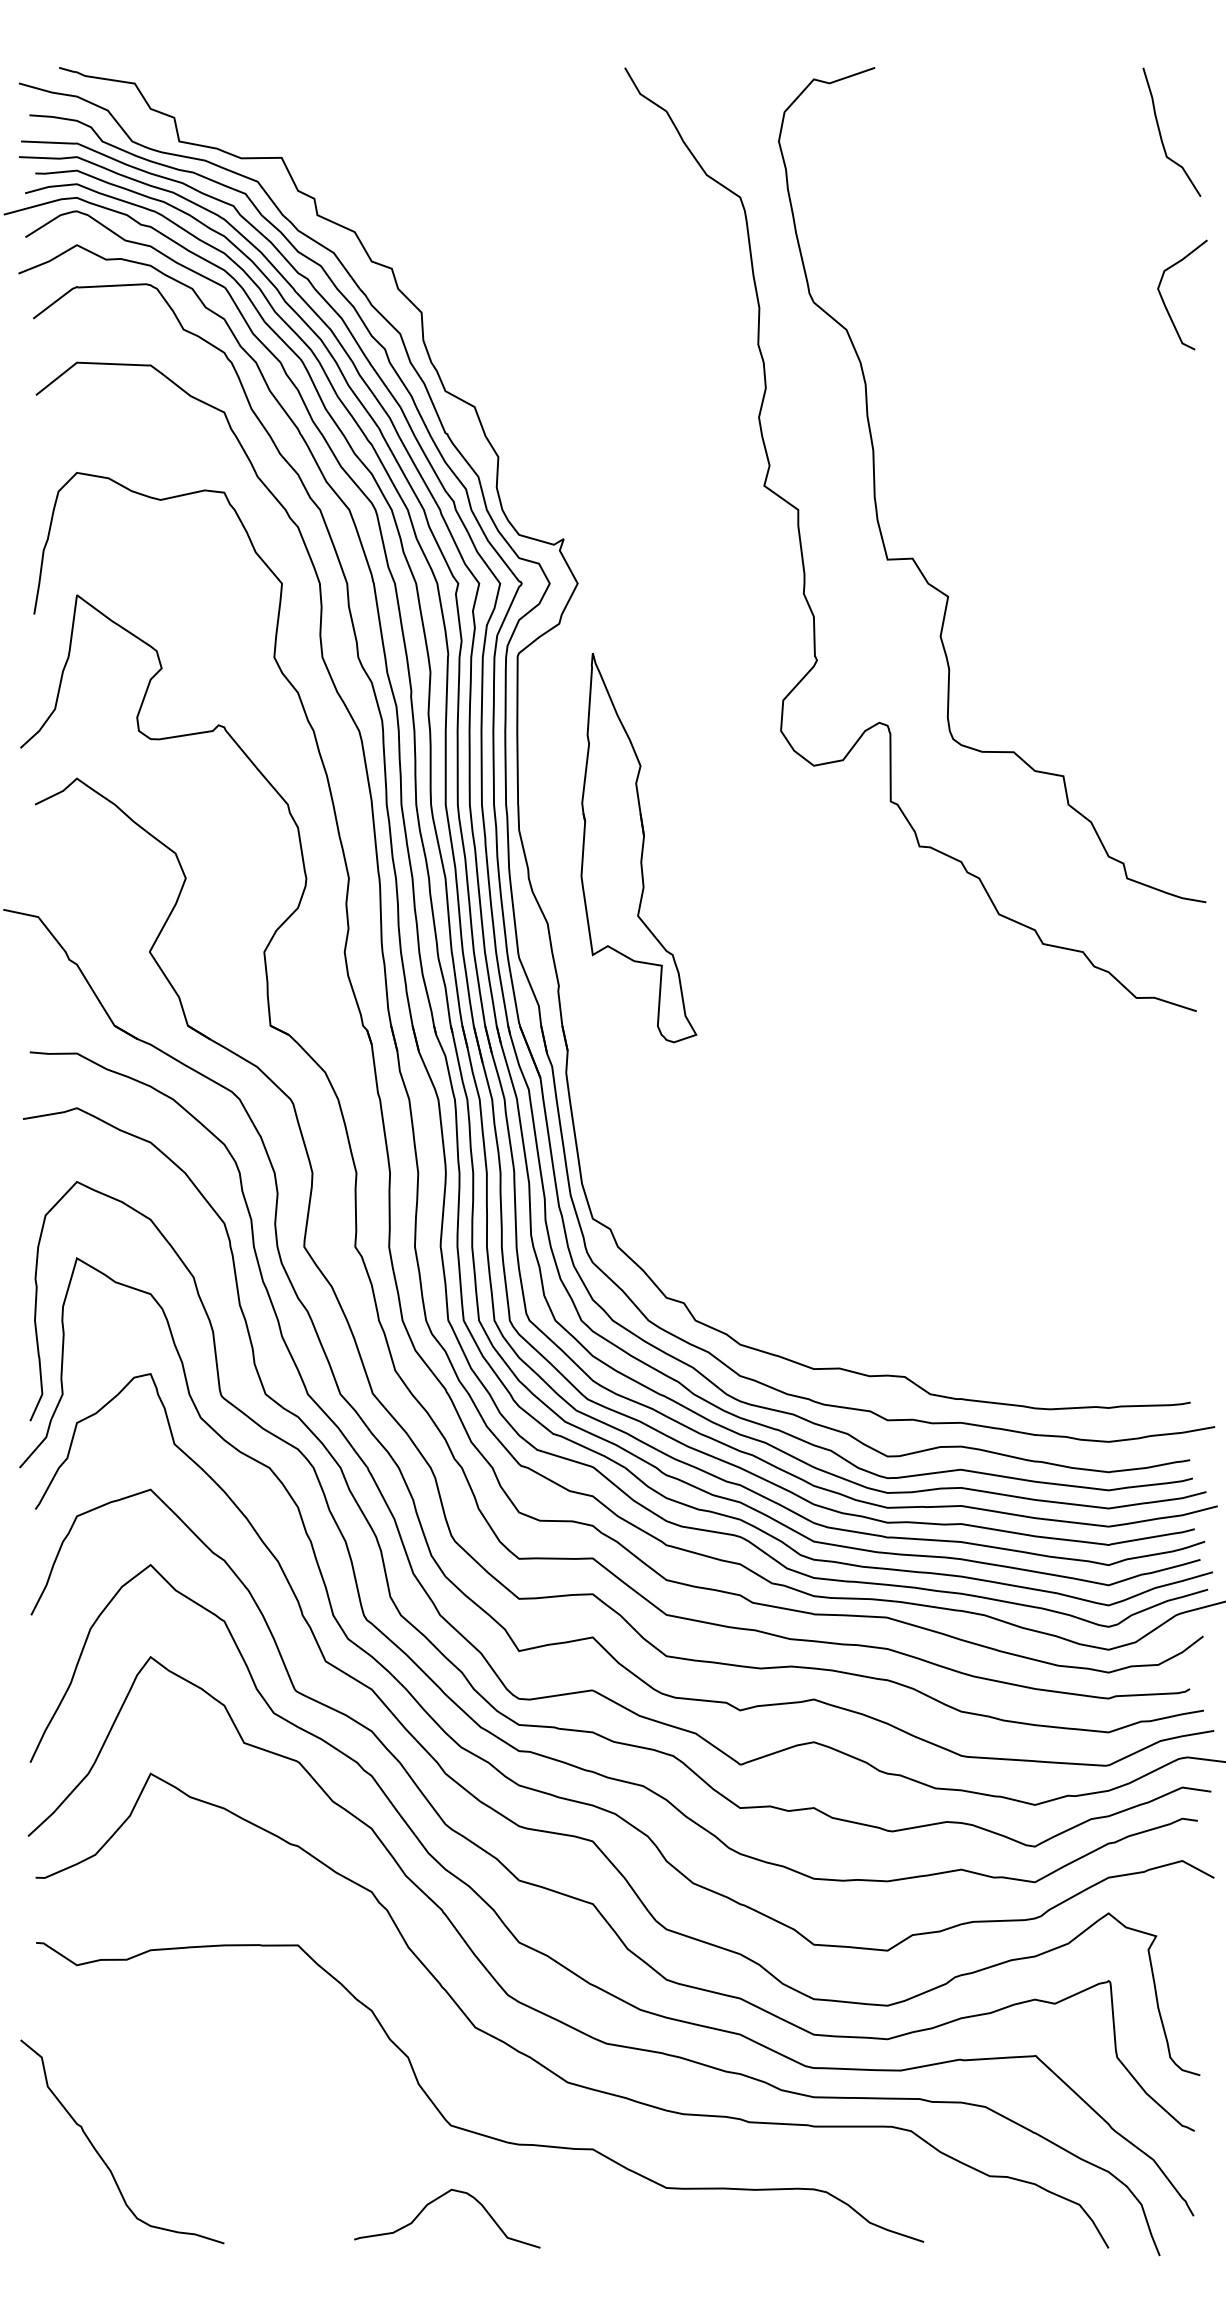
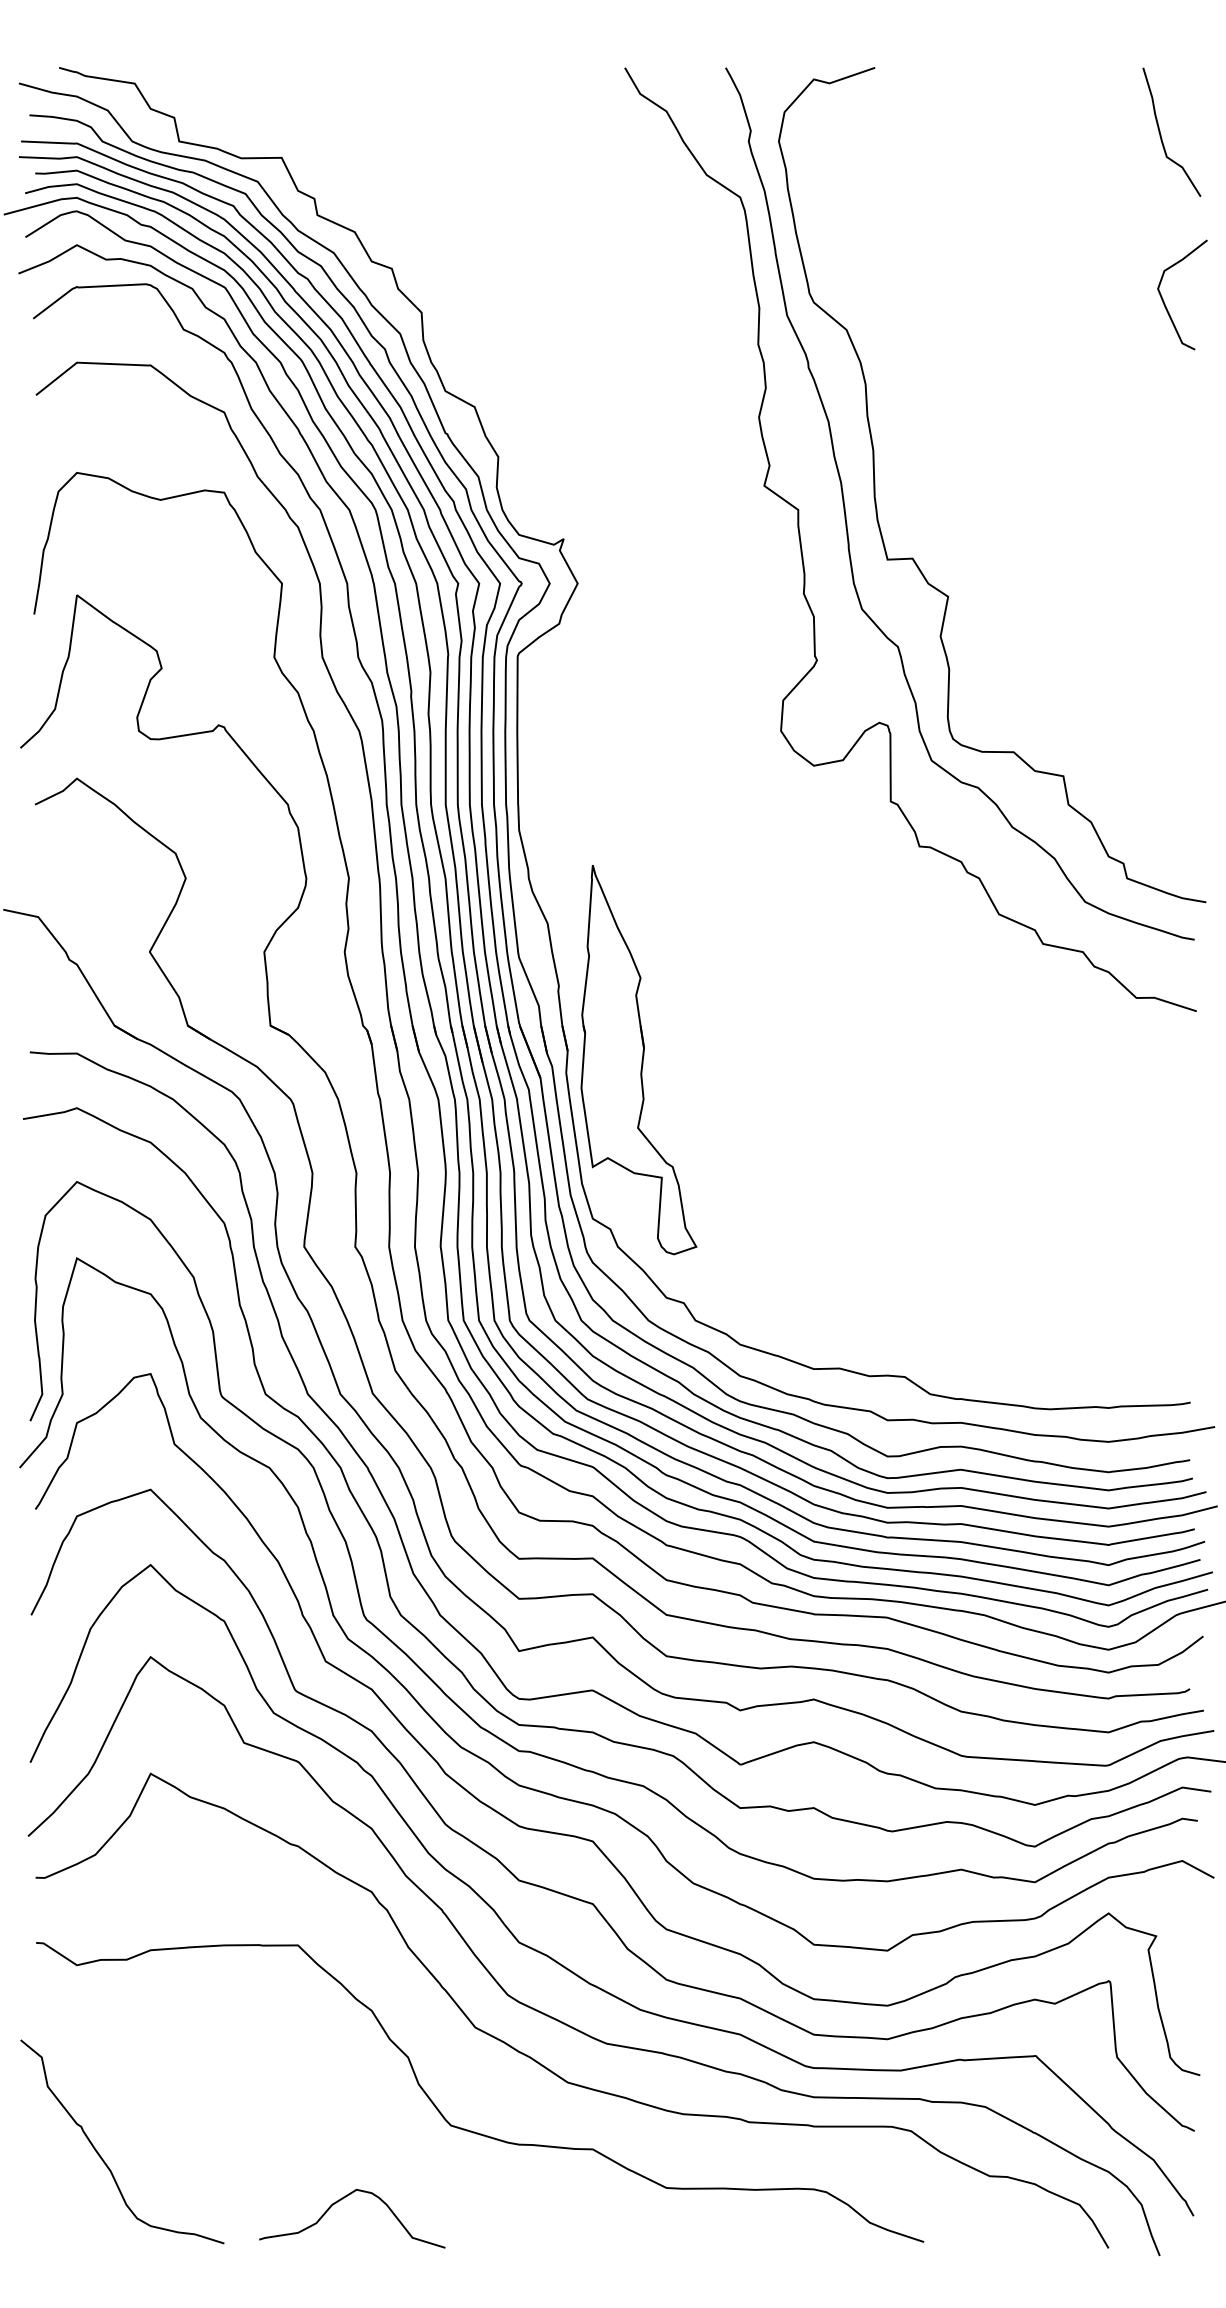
curve at (846, 514): none -> present
part at (638, 848) position: (638, 848) -> (638, 1060)
curve at (436, 2200) position: (436, 2200) -> (341, 2200)
